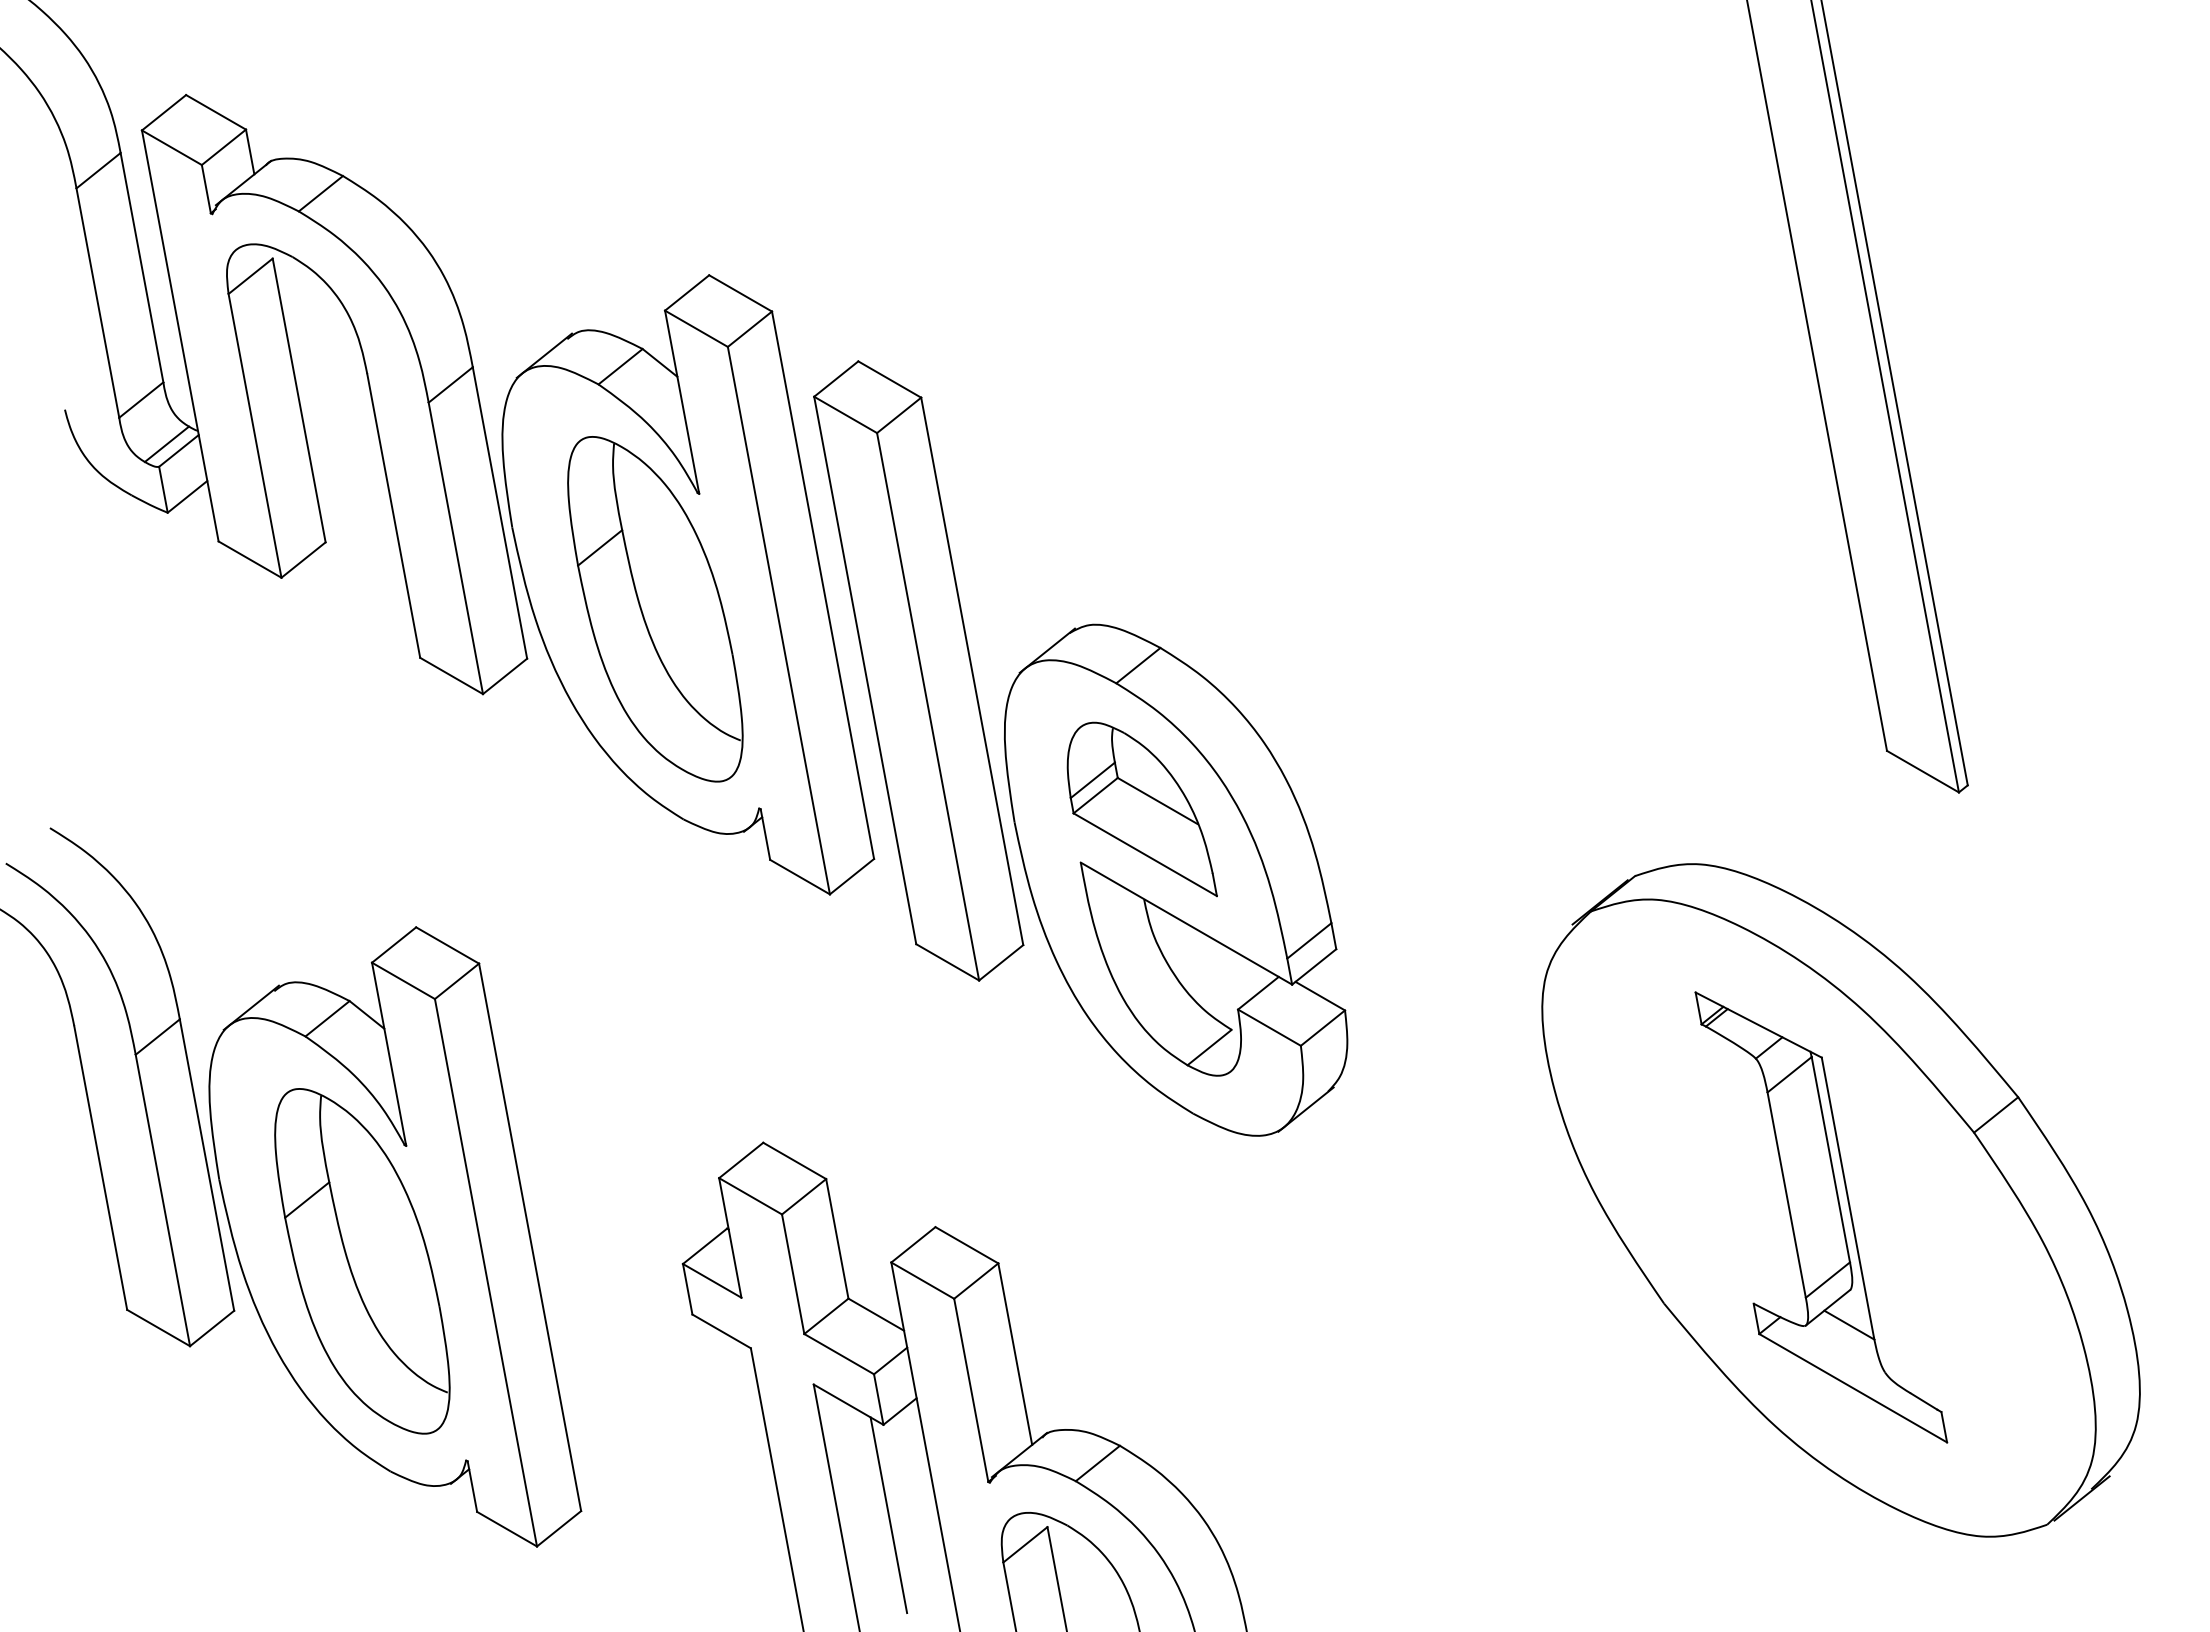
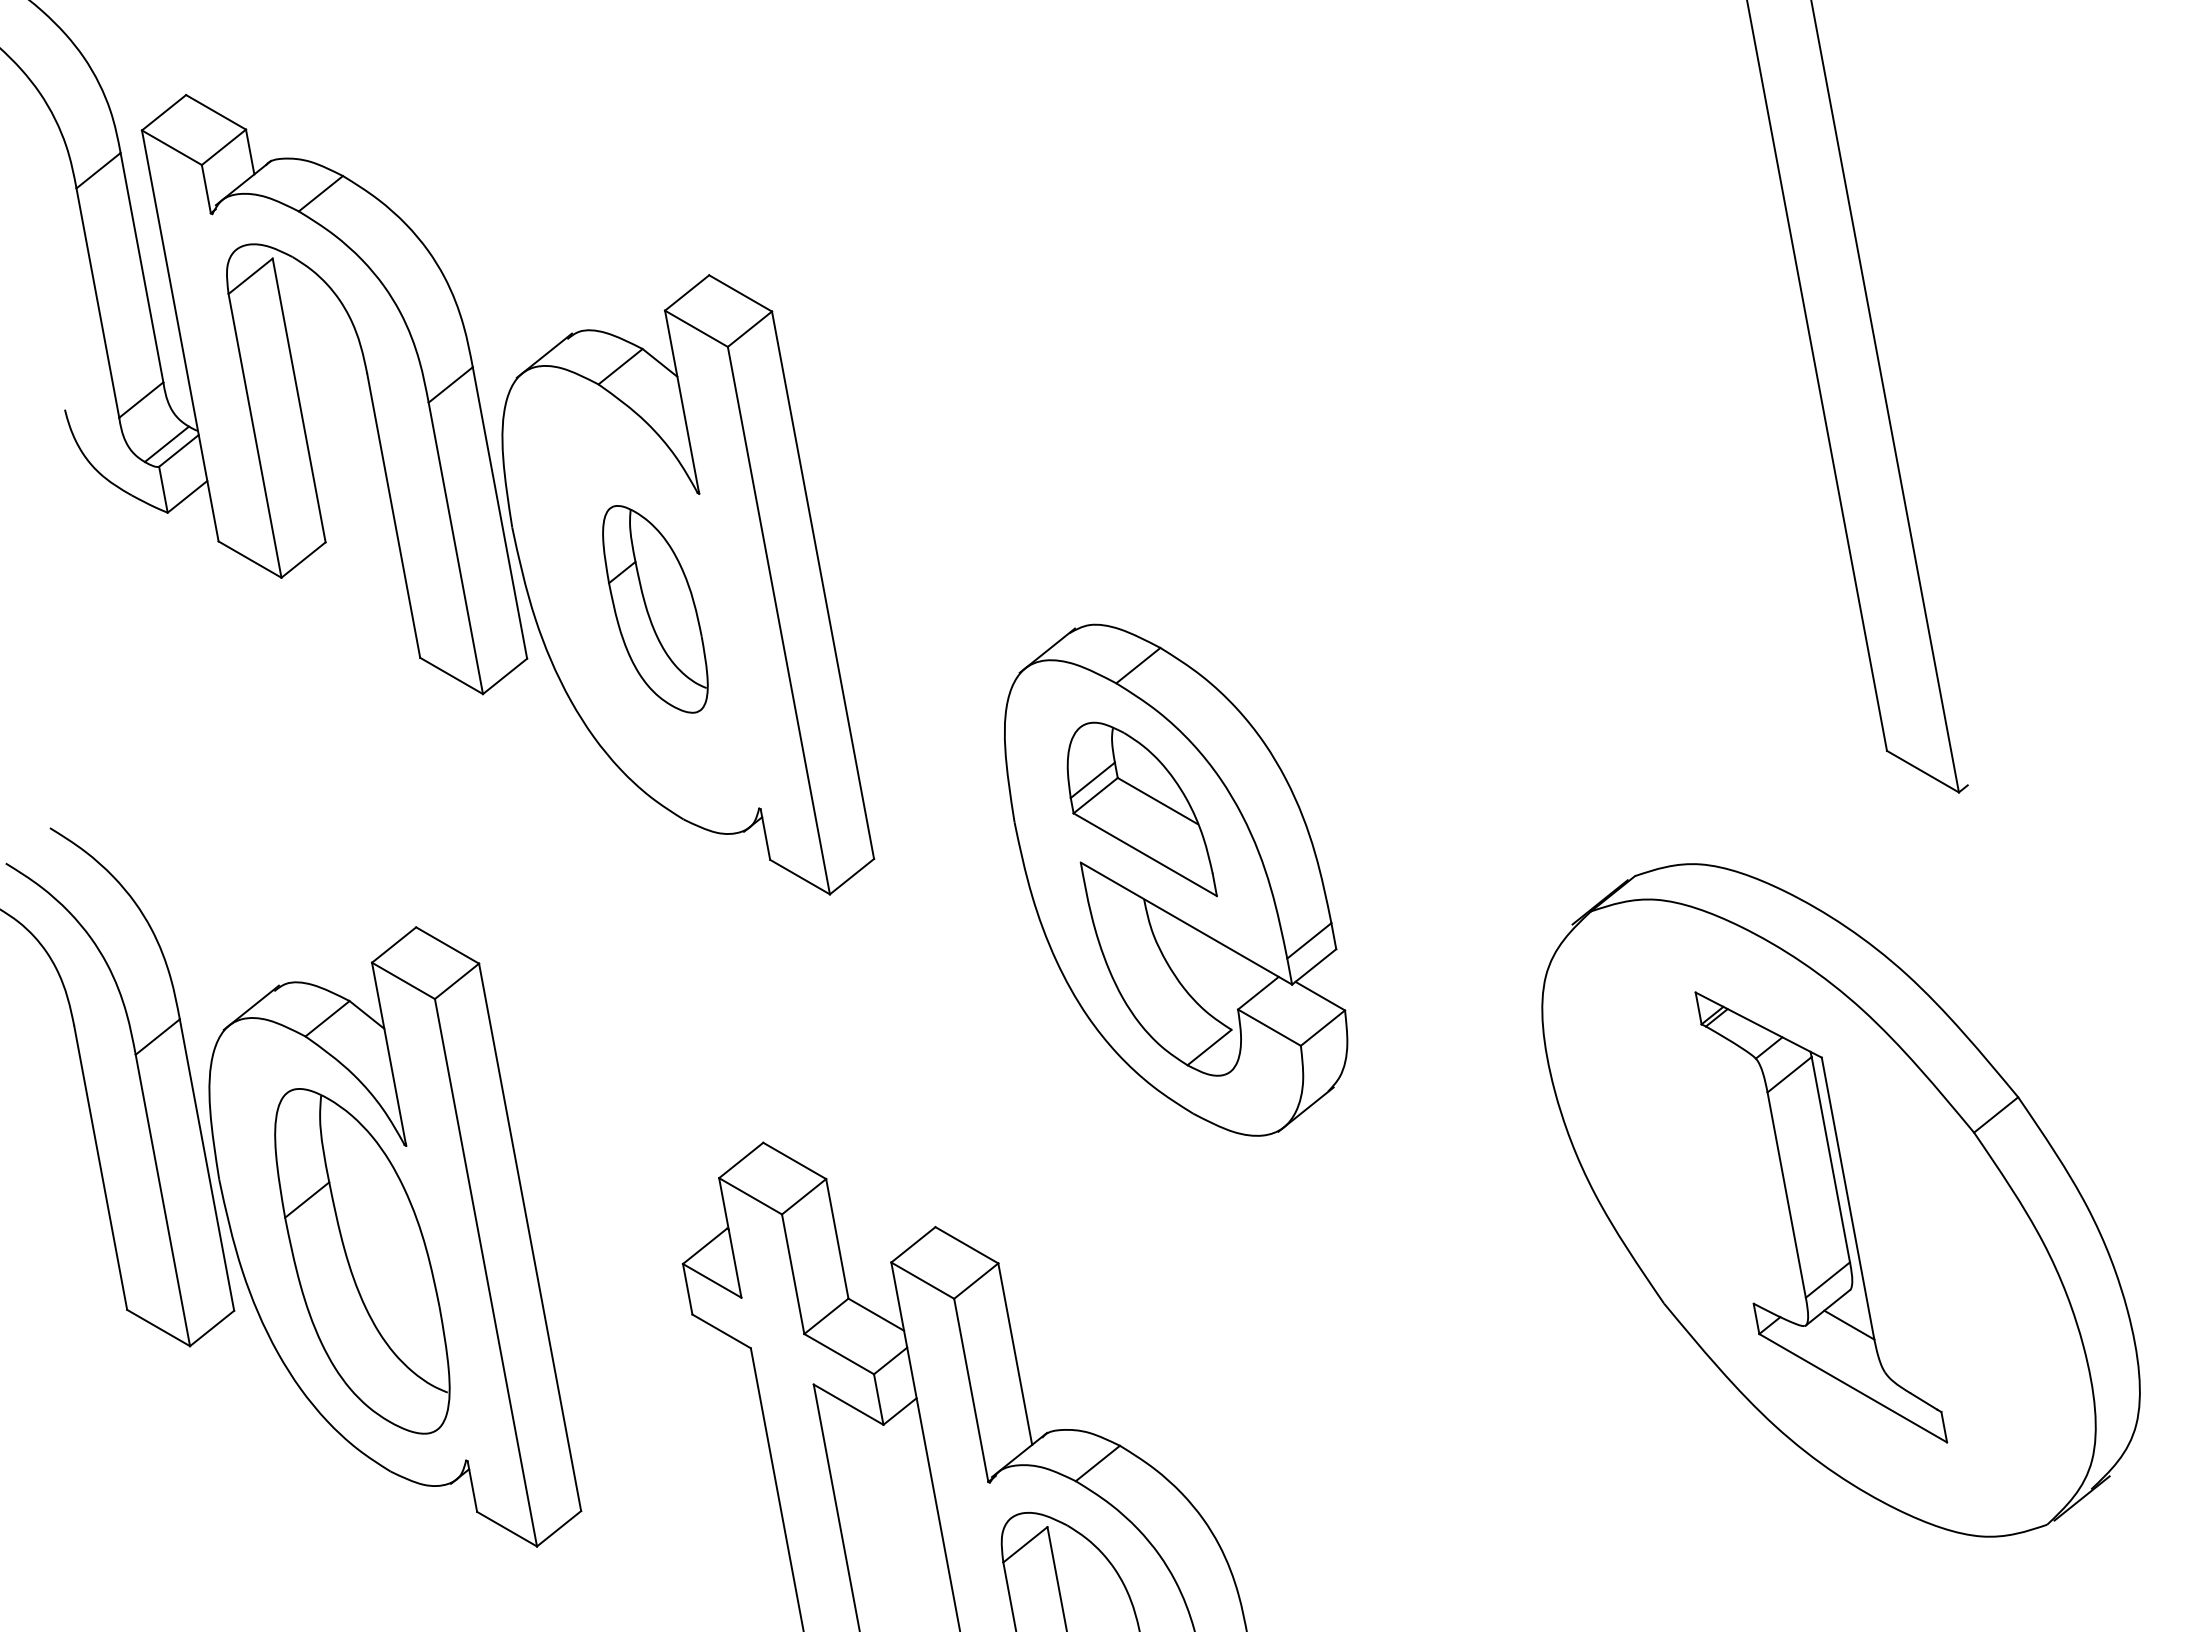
line at (1894, 393): present -> none
part at (655, 609) size: 177x347 px -> 107x209 px
part at (918, 670): present -> none
line at (888, 1515): present -> none
